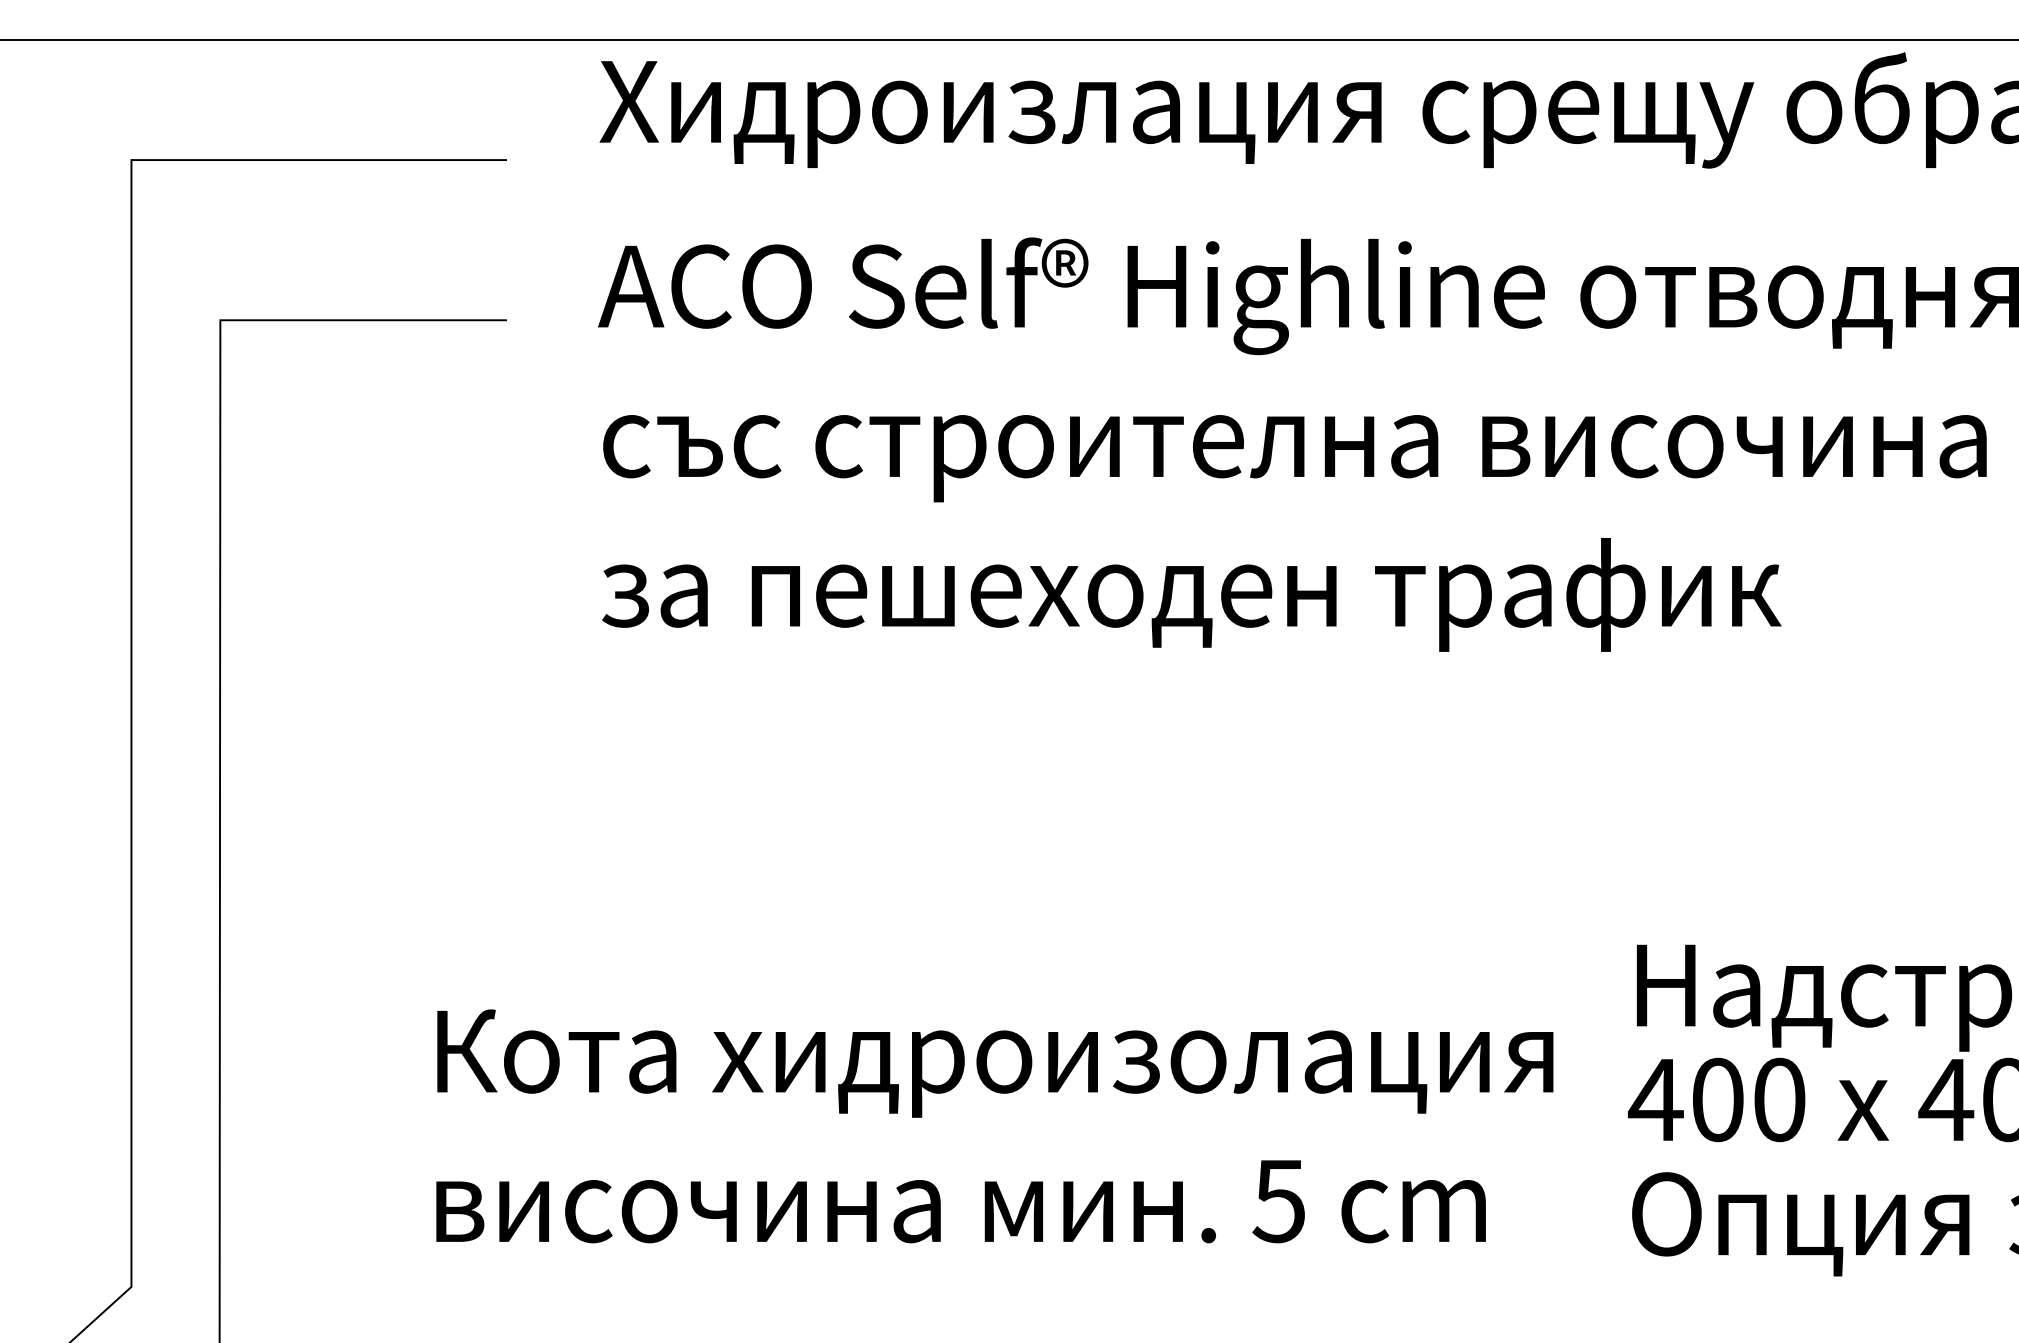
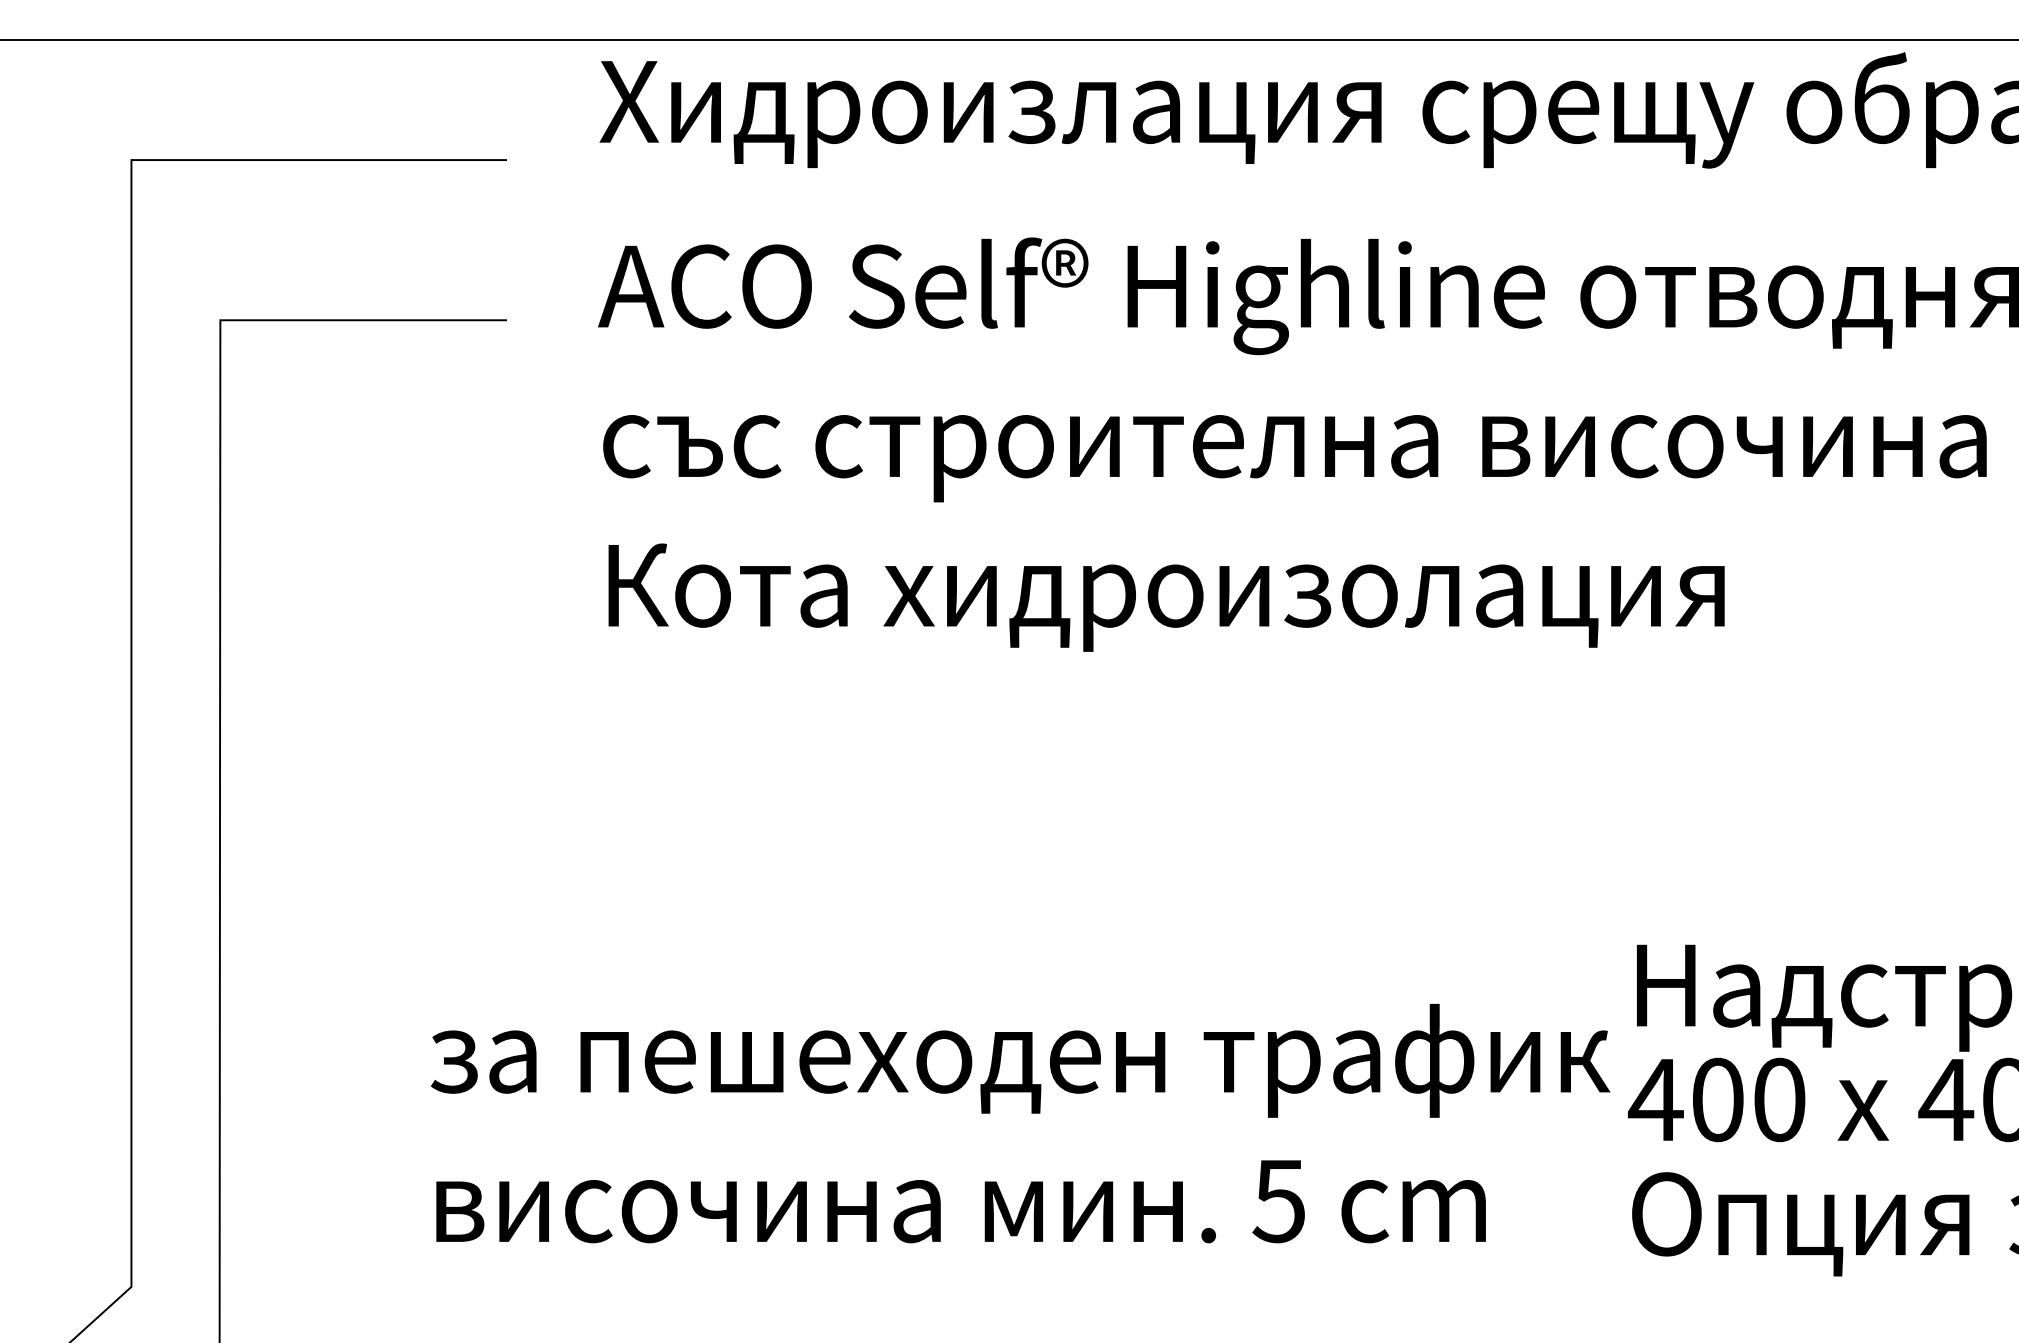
text at (1191, 594): за пешеходен трафик -> Кота хидроизолация
text at (1020, 1060): Кота хидроизолация -> за пешеходен трафик
